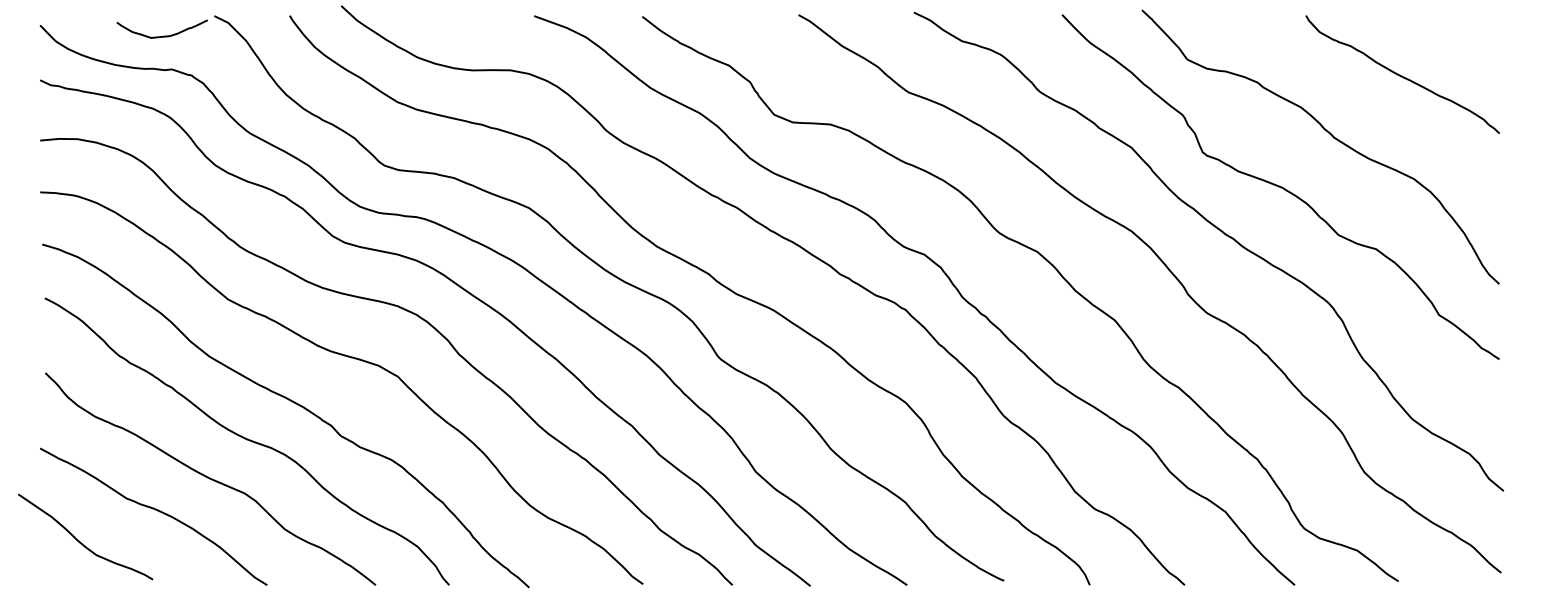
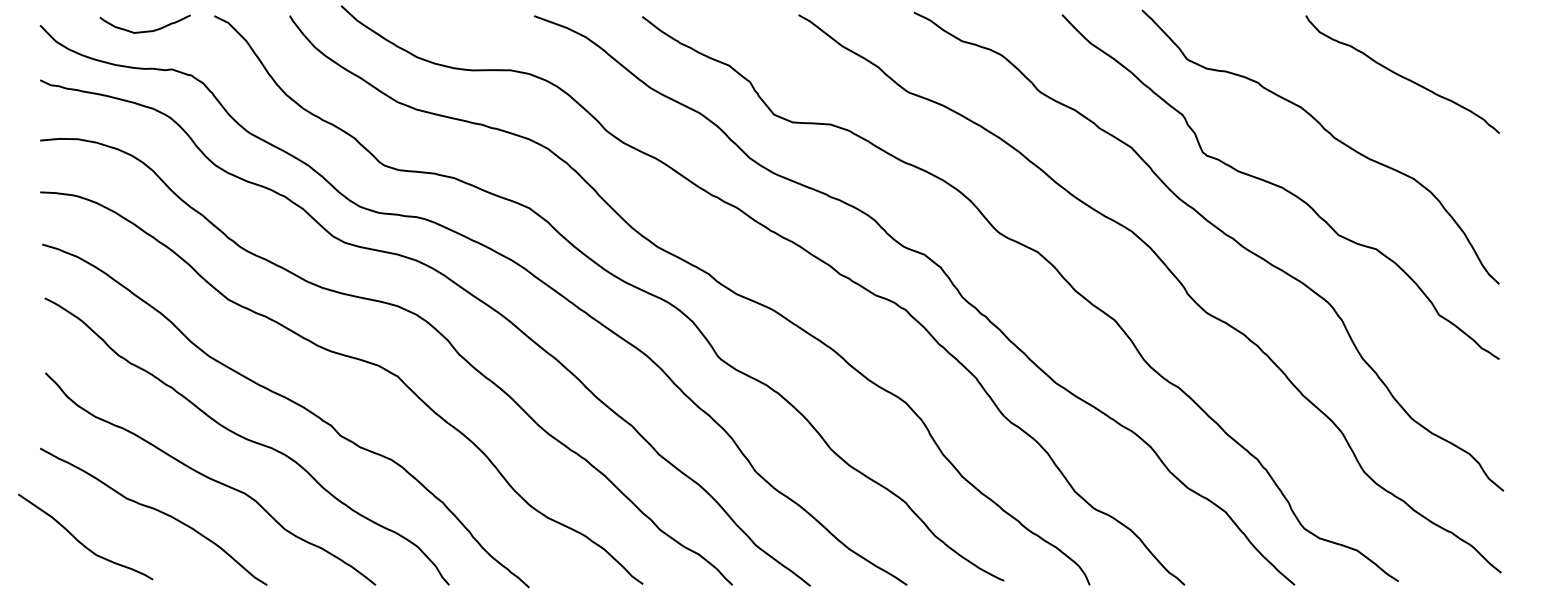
curve at (163, 35) position: (163, 35) -> (146, 30)
